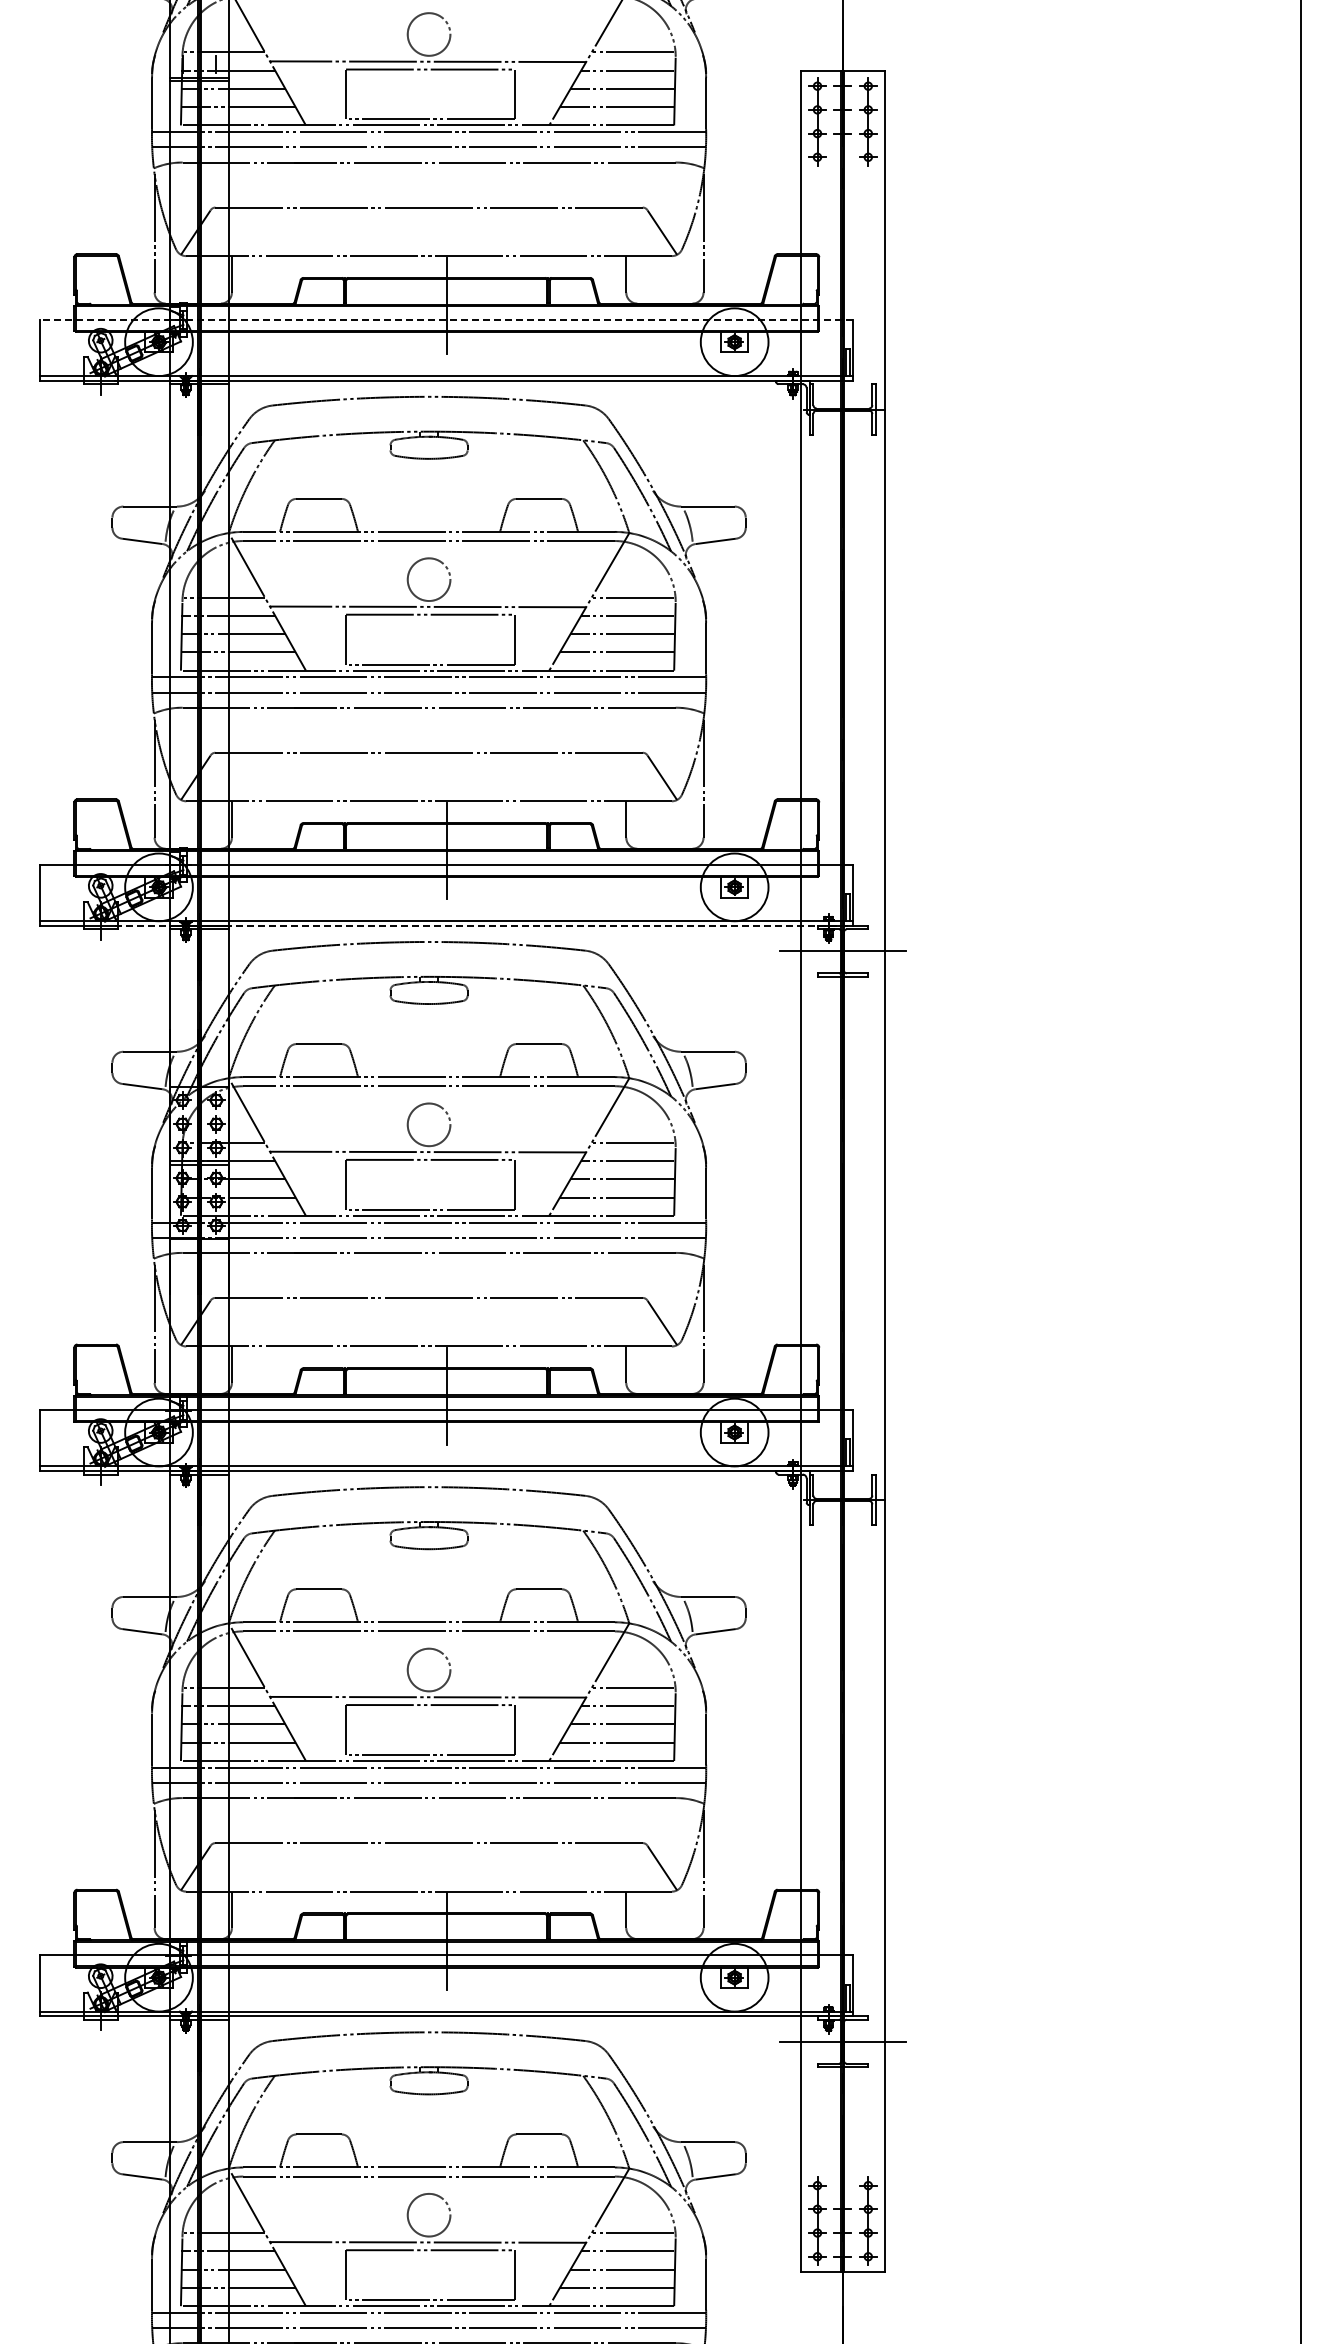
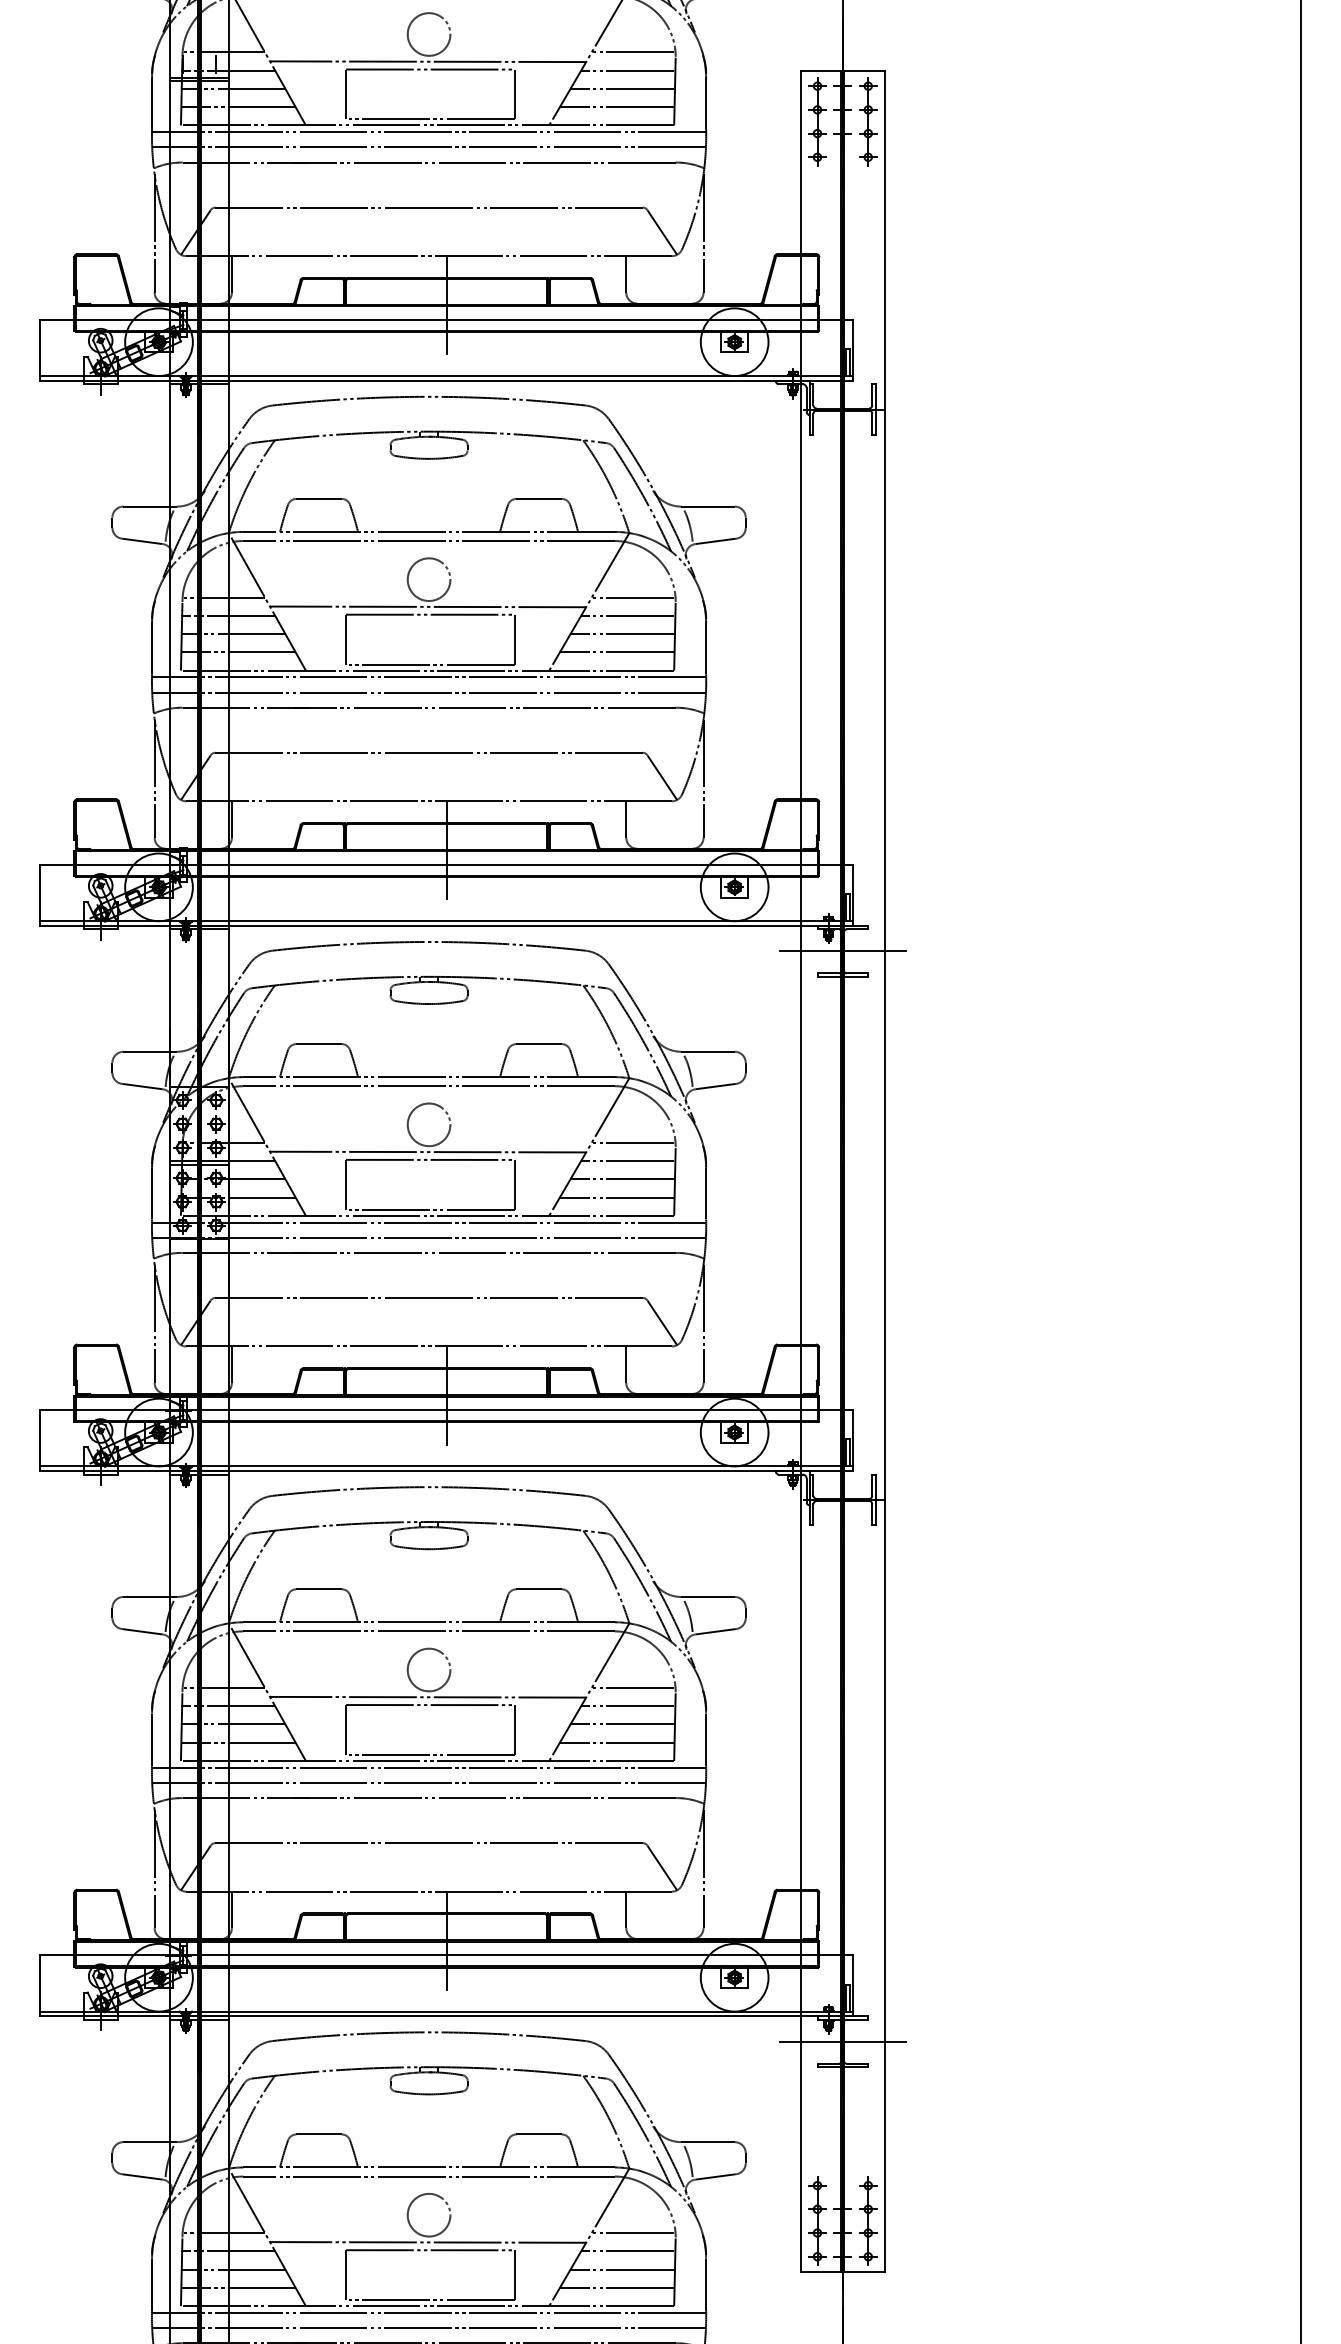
line at (446, 319): dashed -> solid
line at (484, 925): dashed -> solid
